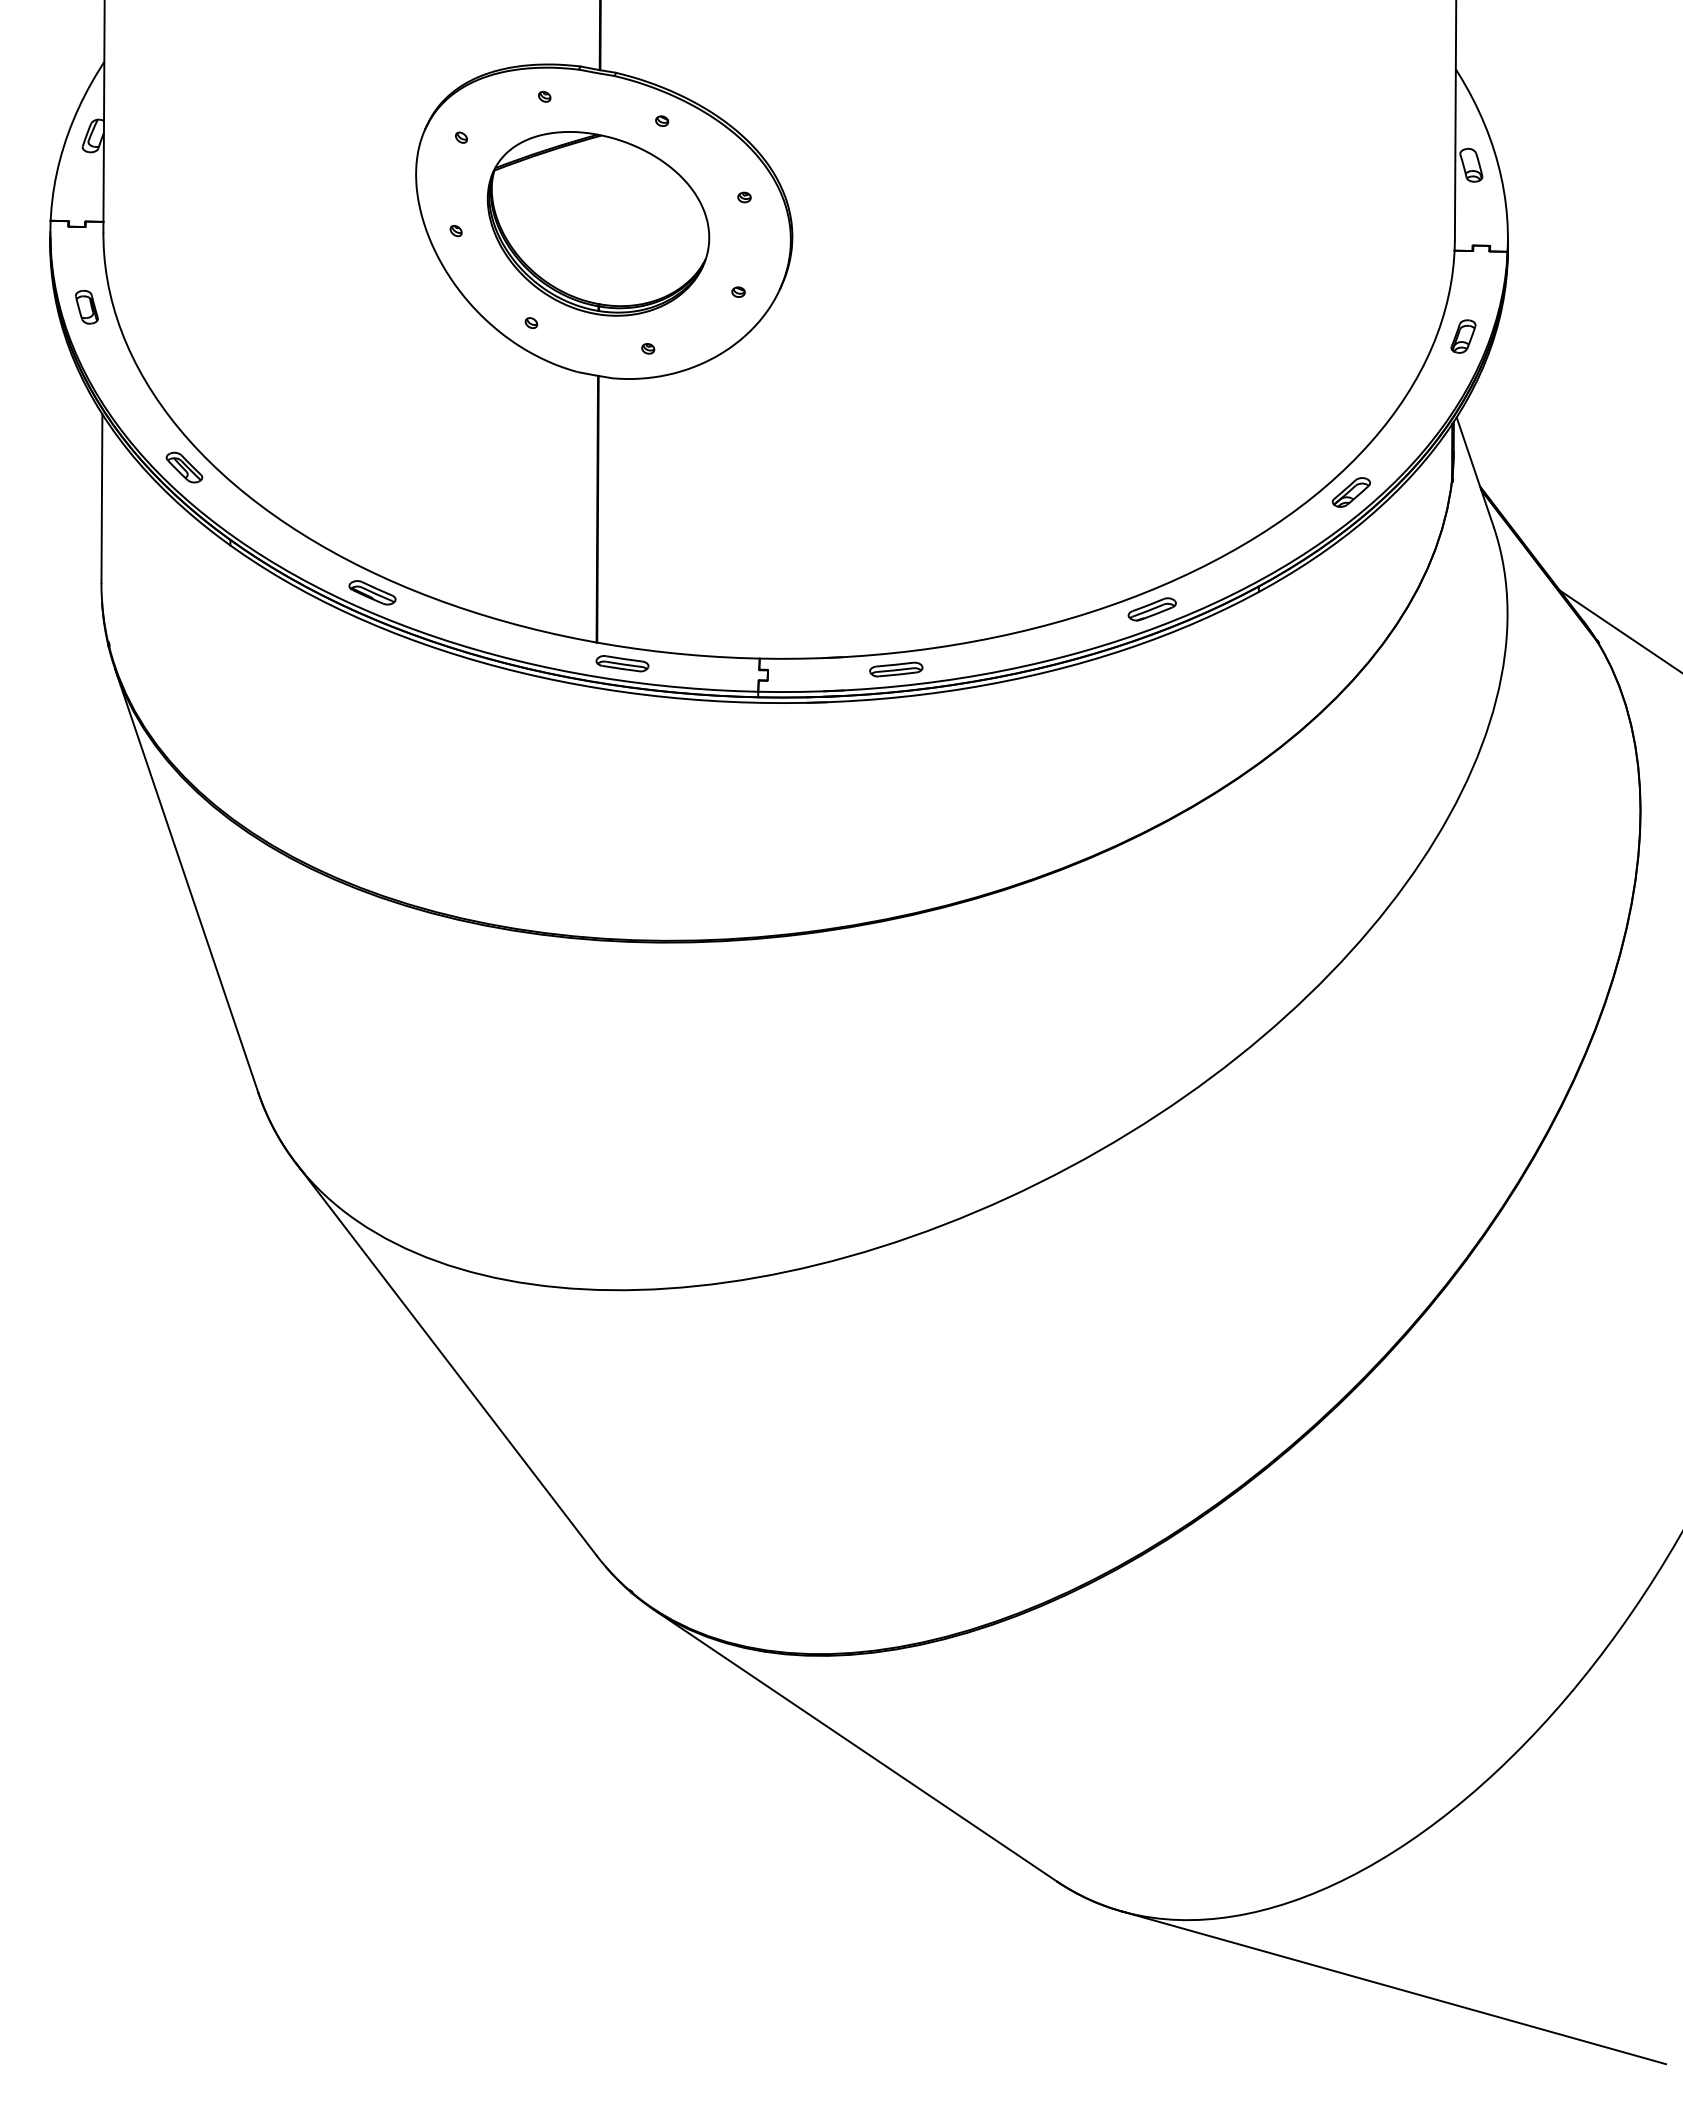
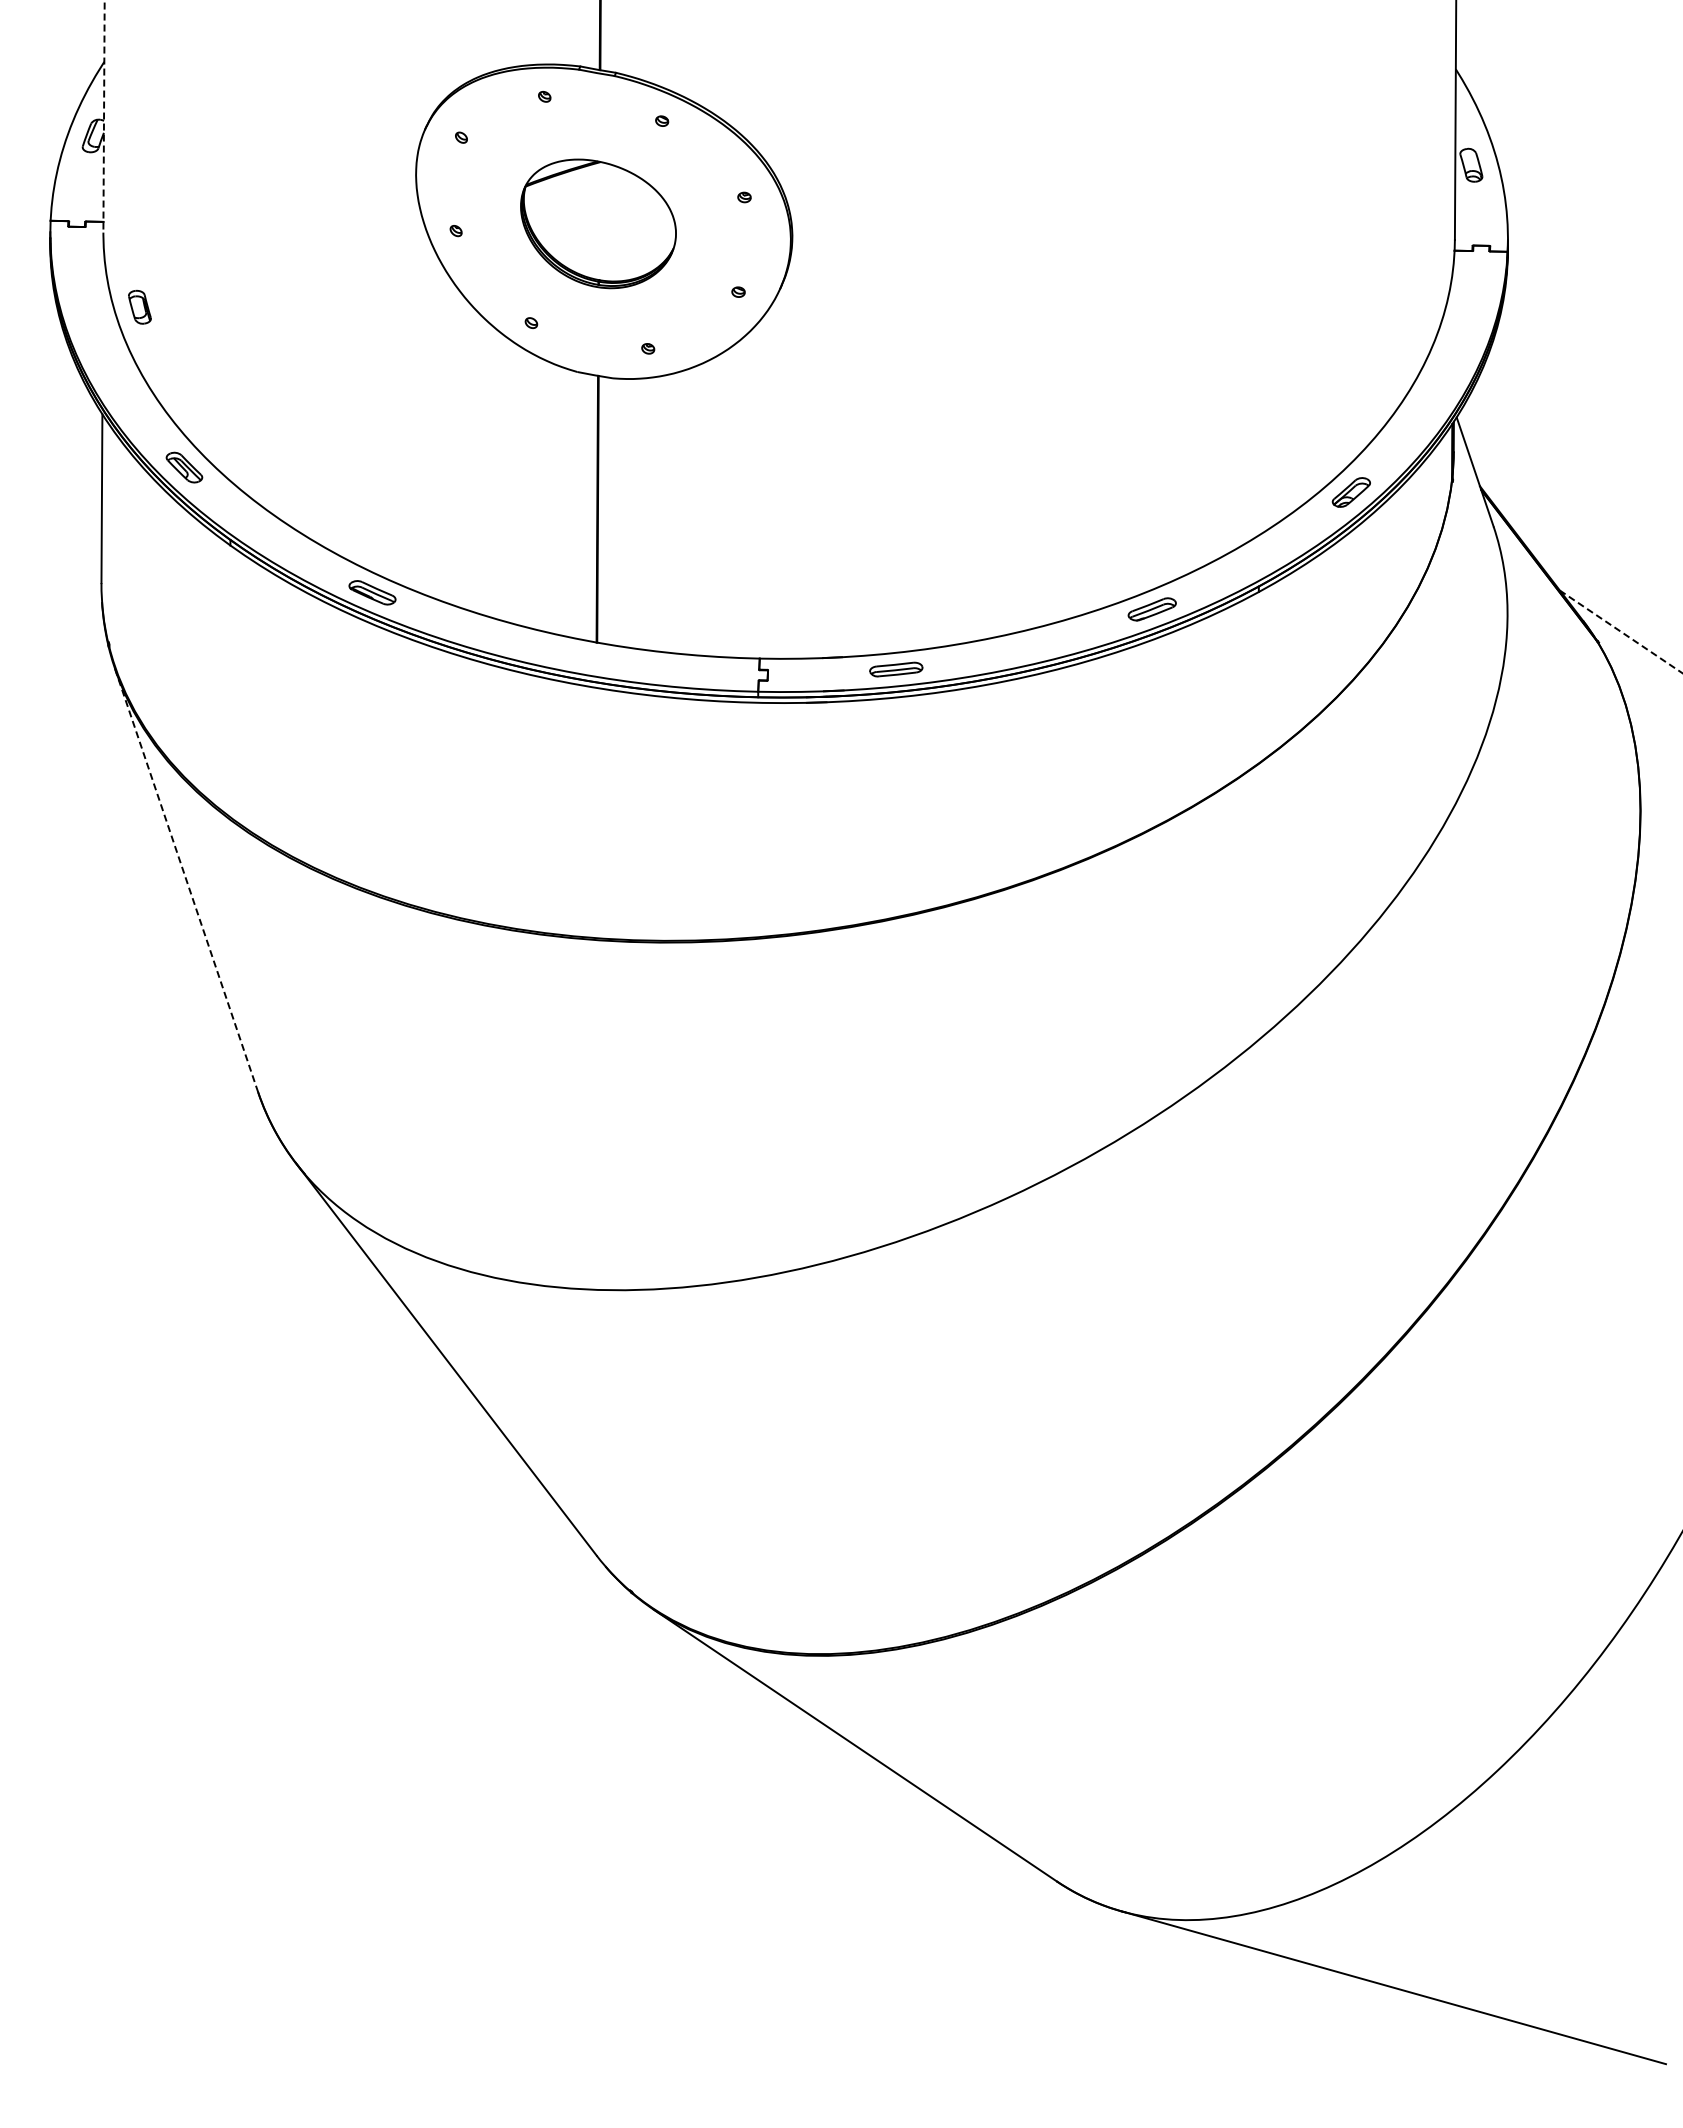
line at (104, 116): solid -> dashed
part at (598, 223) size: 225x186 px -> 157x132 px
part at (86, 306) position: (86, 306) -> (139, 306)
part at (1463, 336): present -> none
line at (1621, 631): solid -> dashed
part at (622, 663): present -> none
line at (186, 880): solid -> dashed
